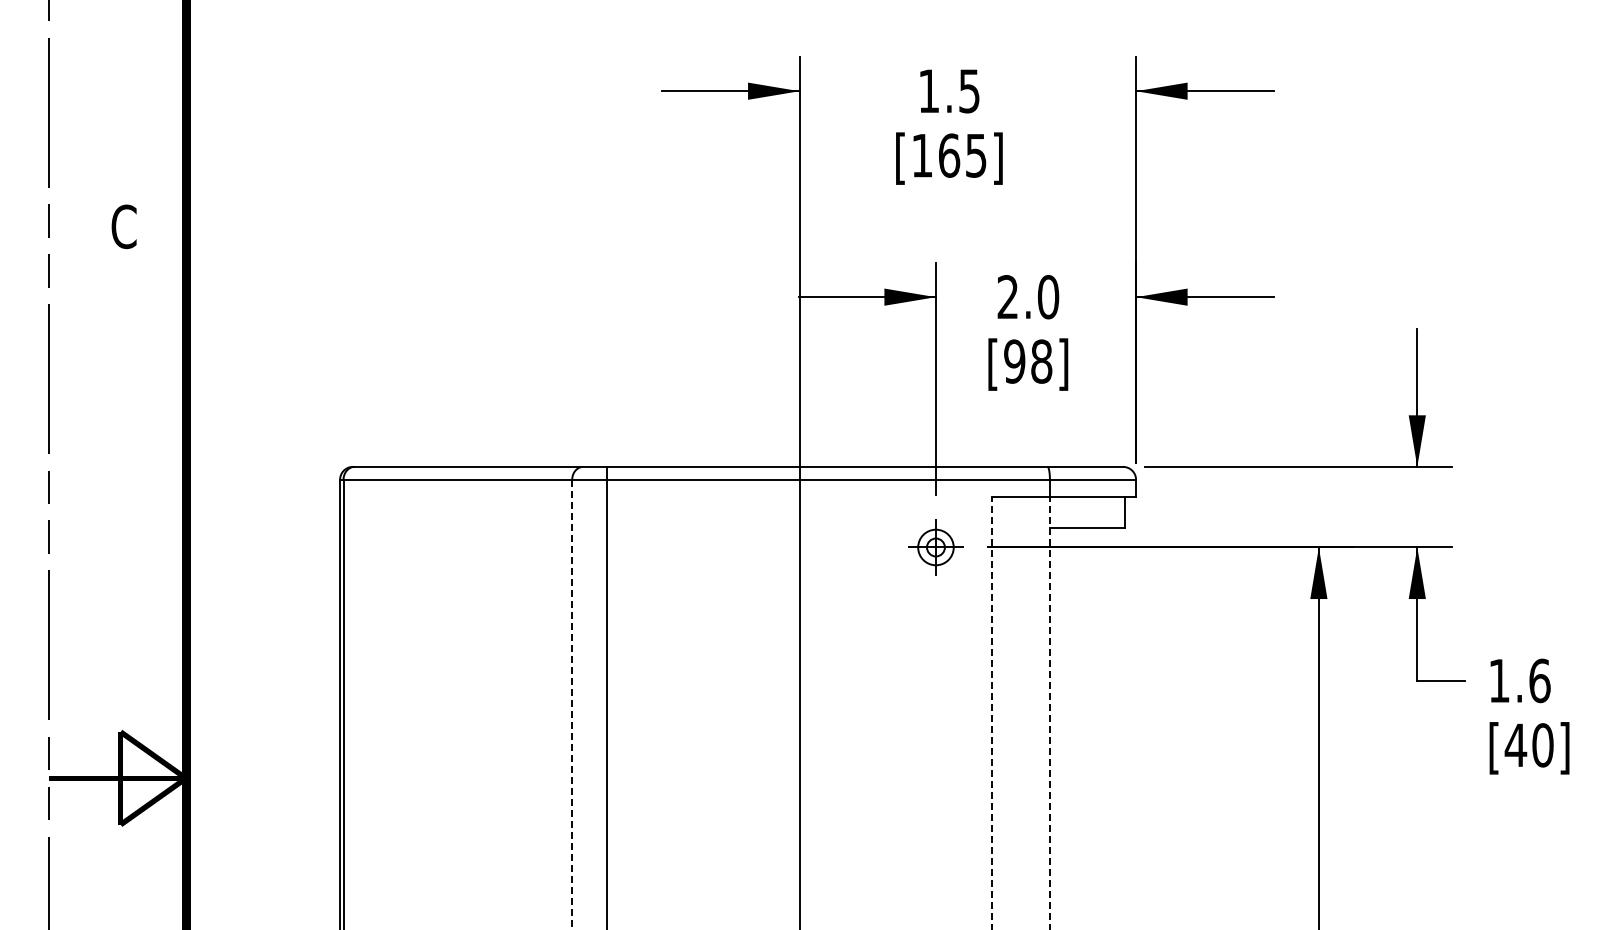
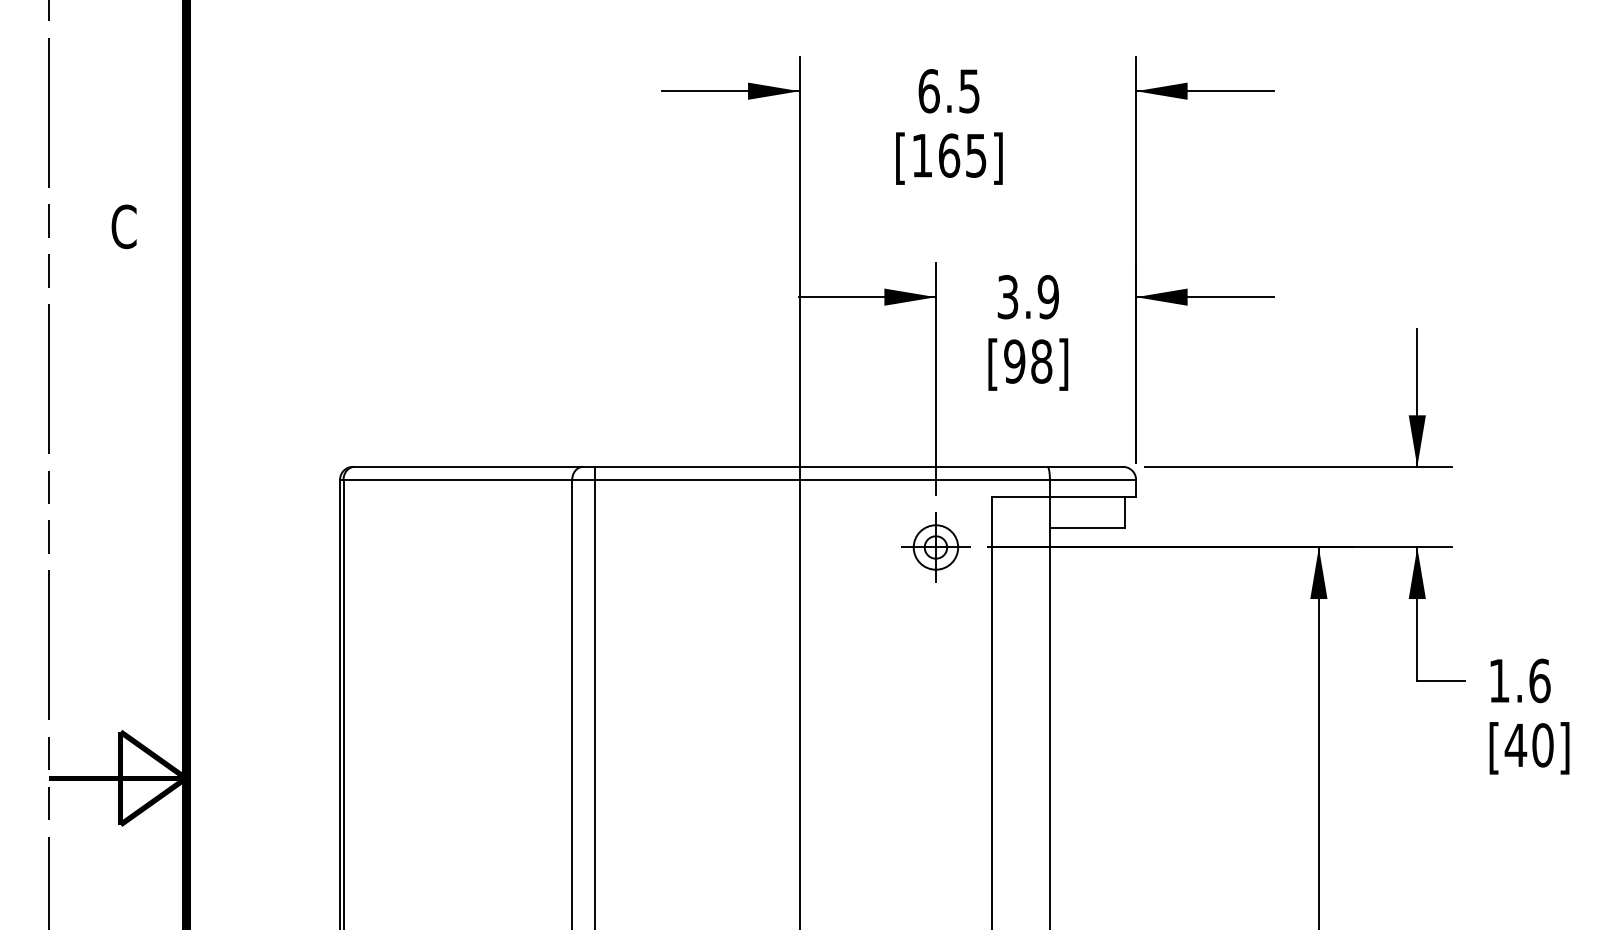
text at (928, 91): 1.5 -> 6.5
text at (1028, 297): 2.0 -> 3.9
part at (935, 547) size: 56x57 px -> 70x71 px
line at (606, 696) position: (606, 696) -> (594, 696)
line at (572, 704): dashed -> solid
line at (991, 713): dashed -> solid
line at (1049, 713): dashed -> solid
